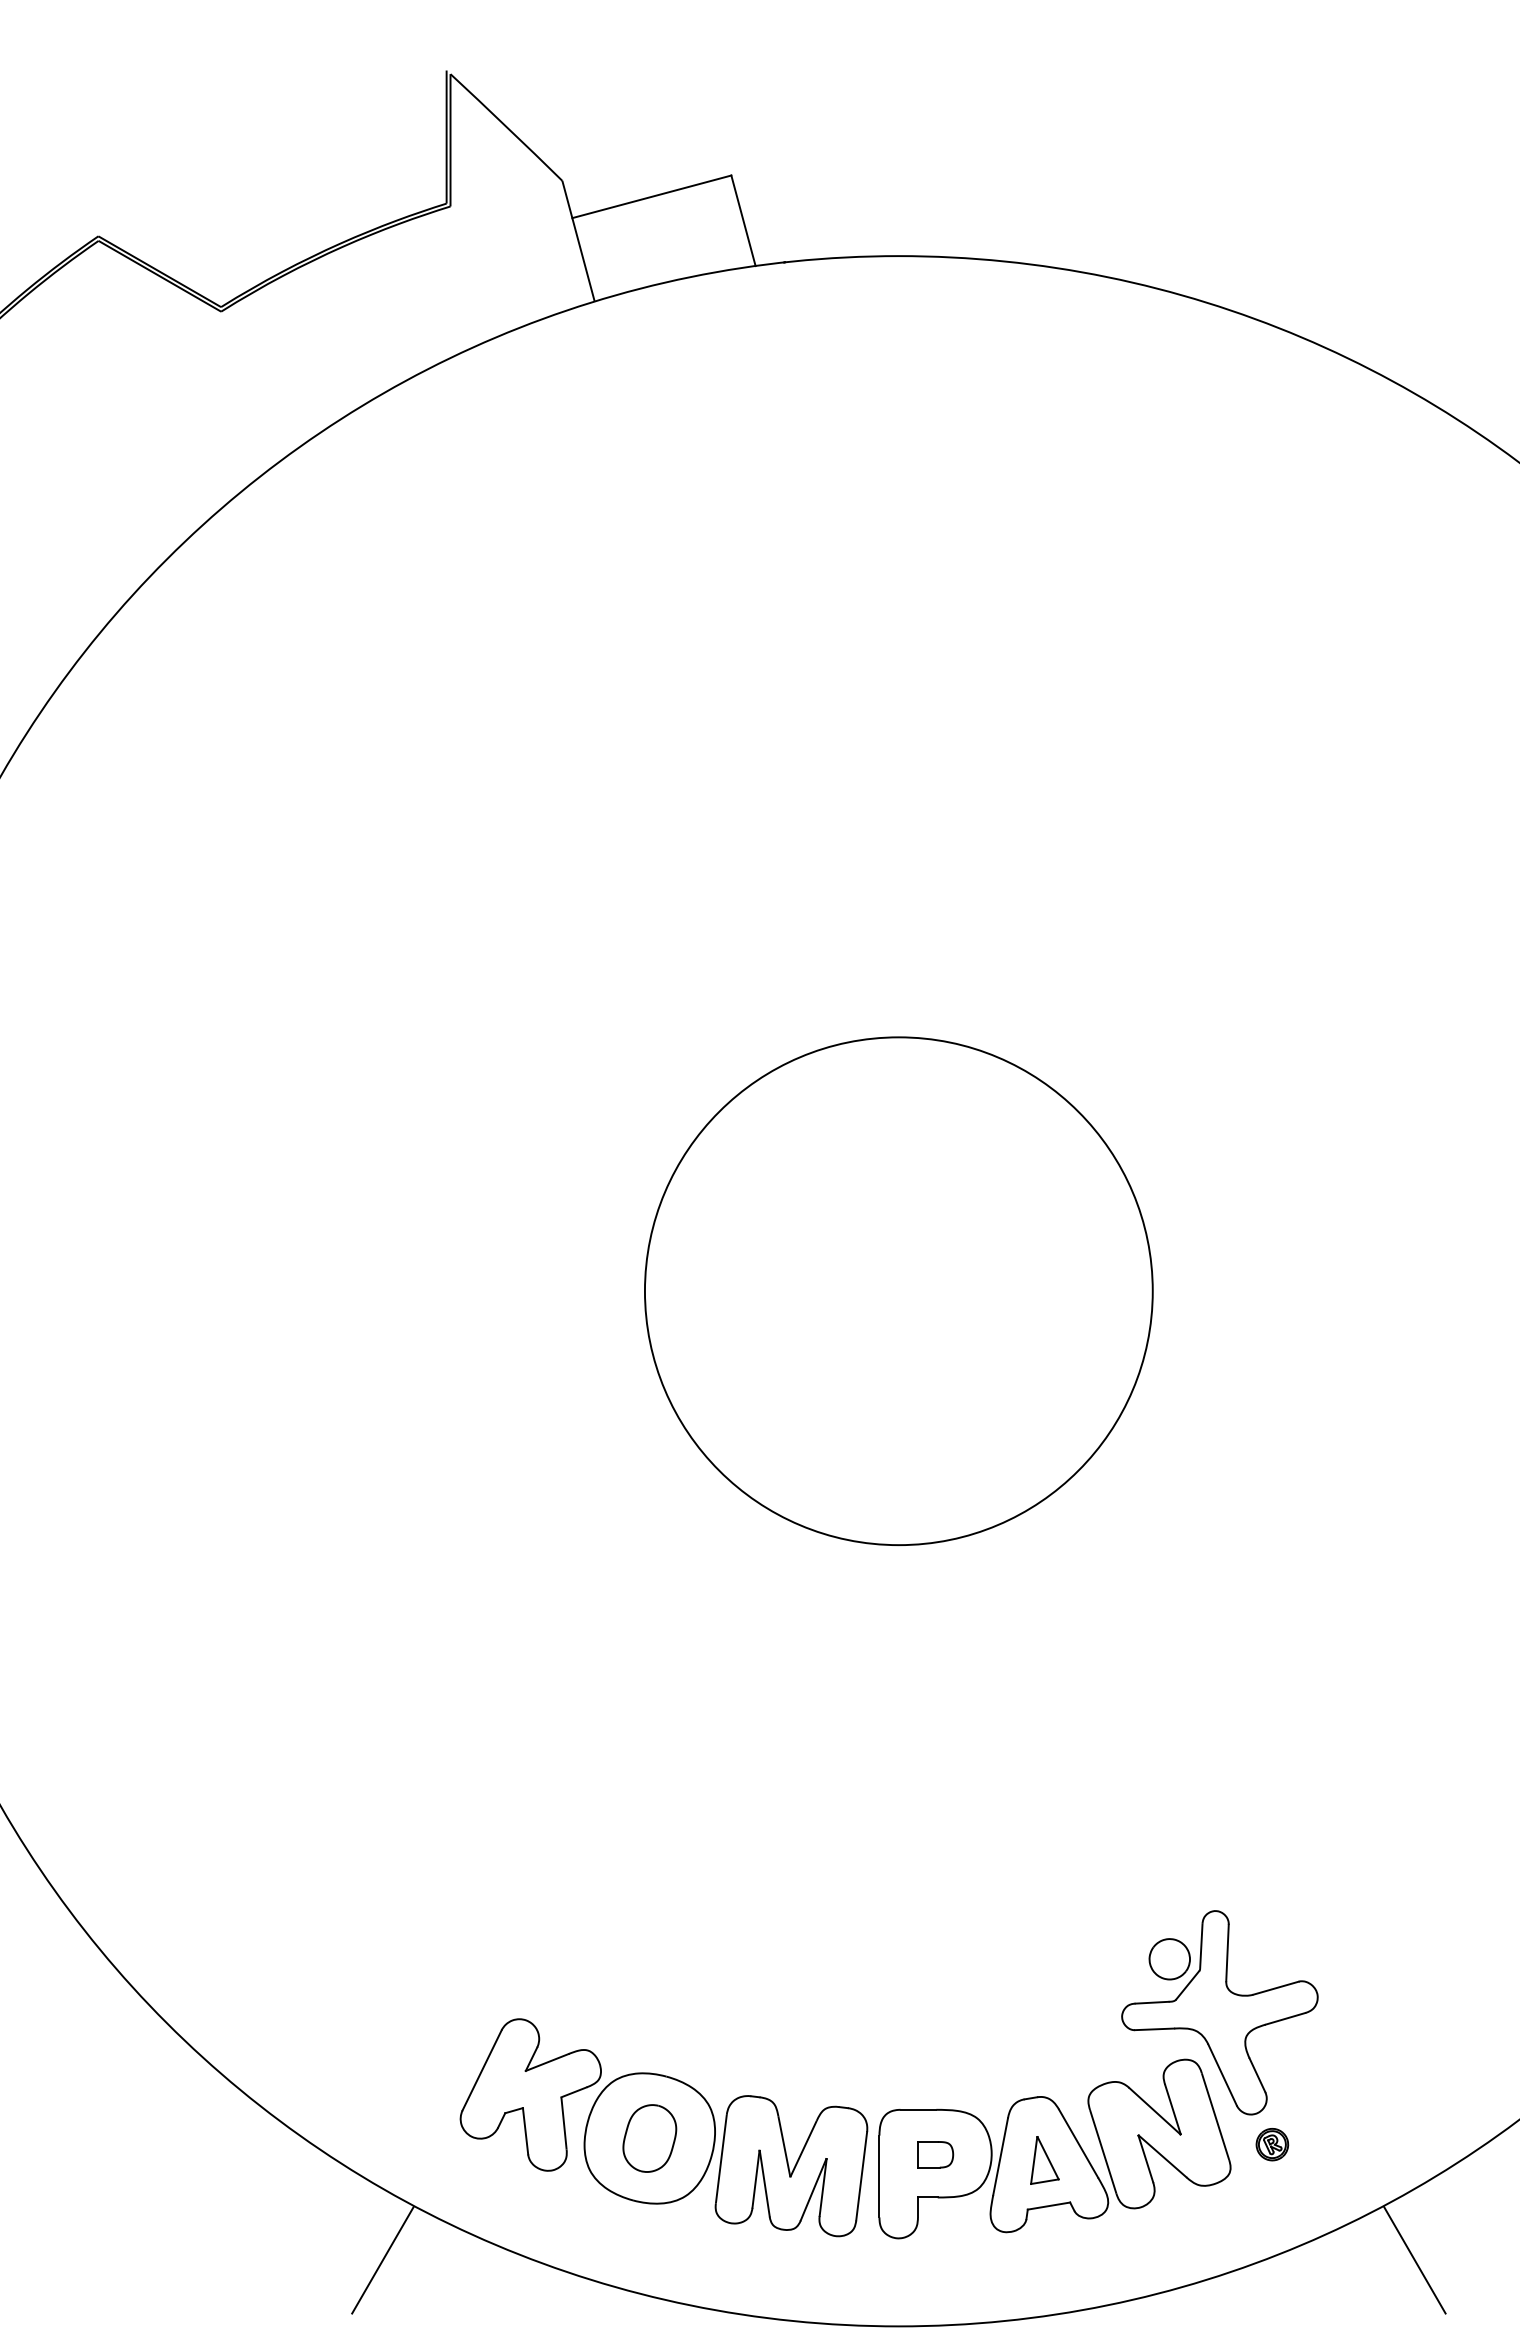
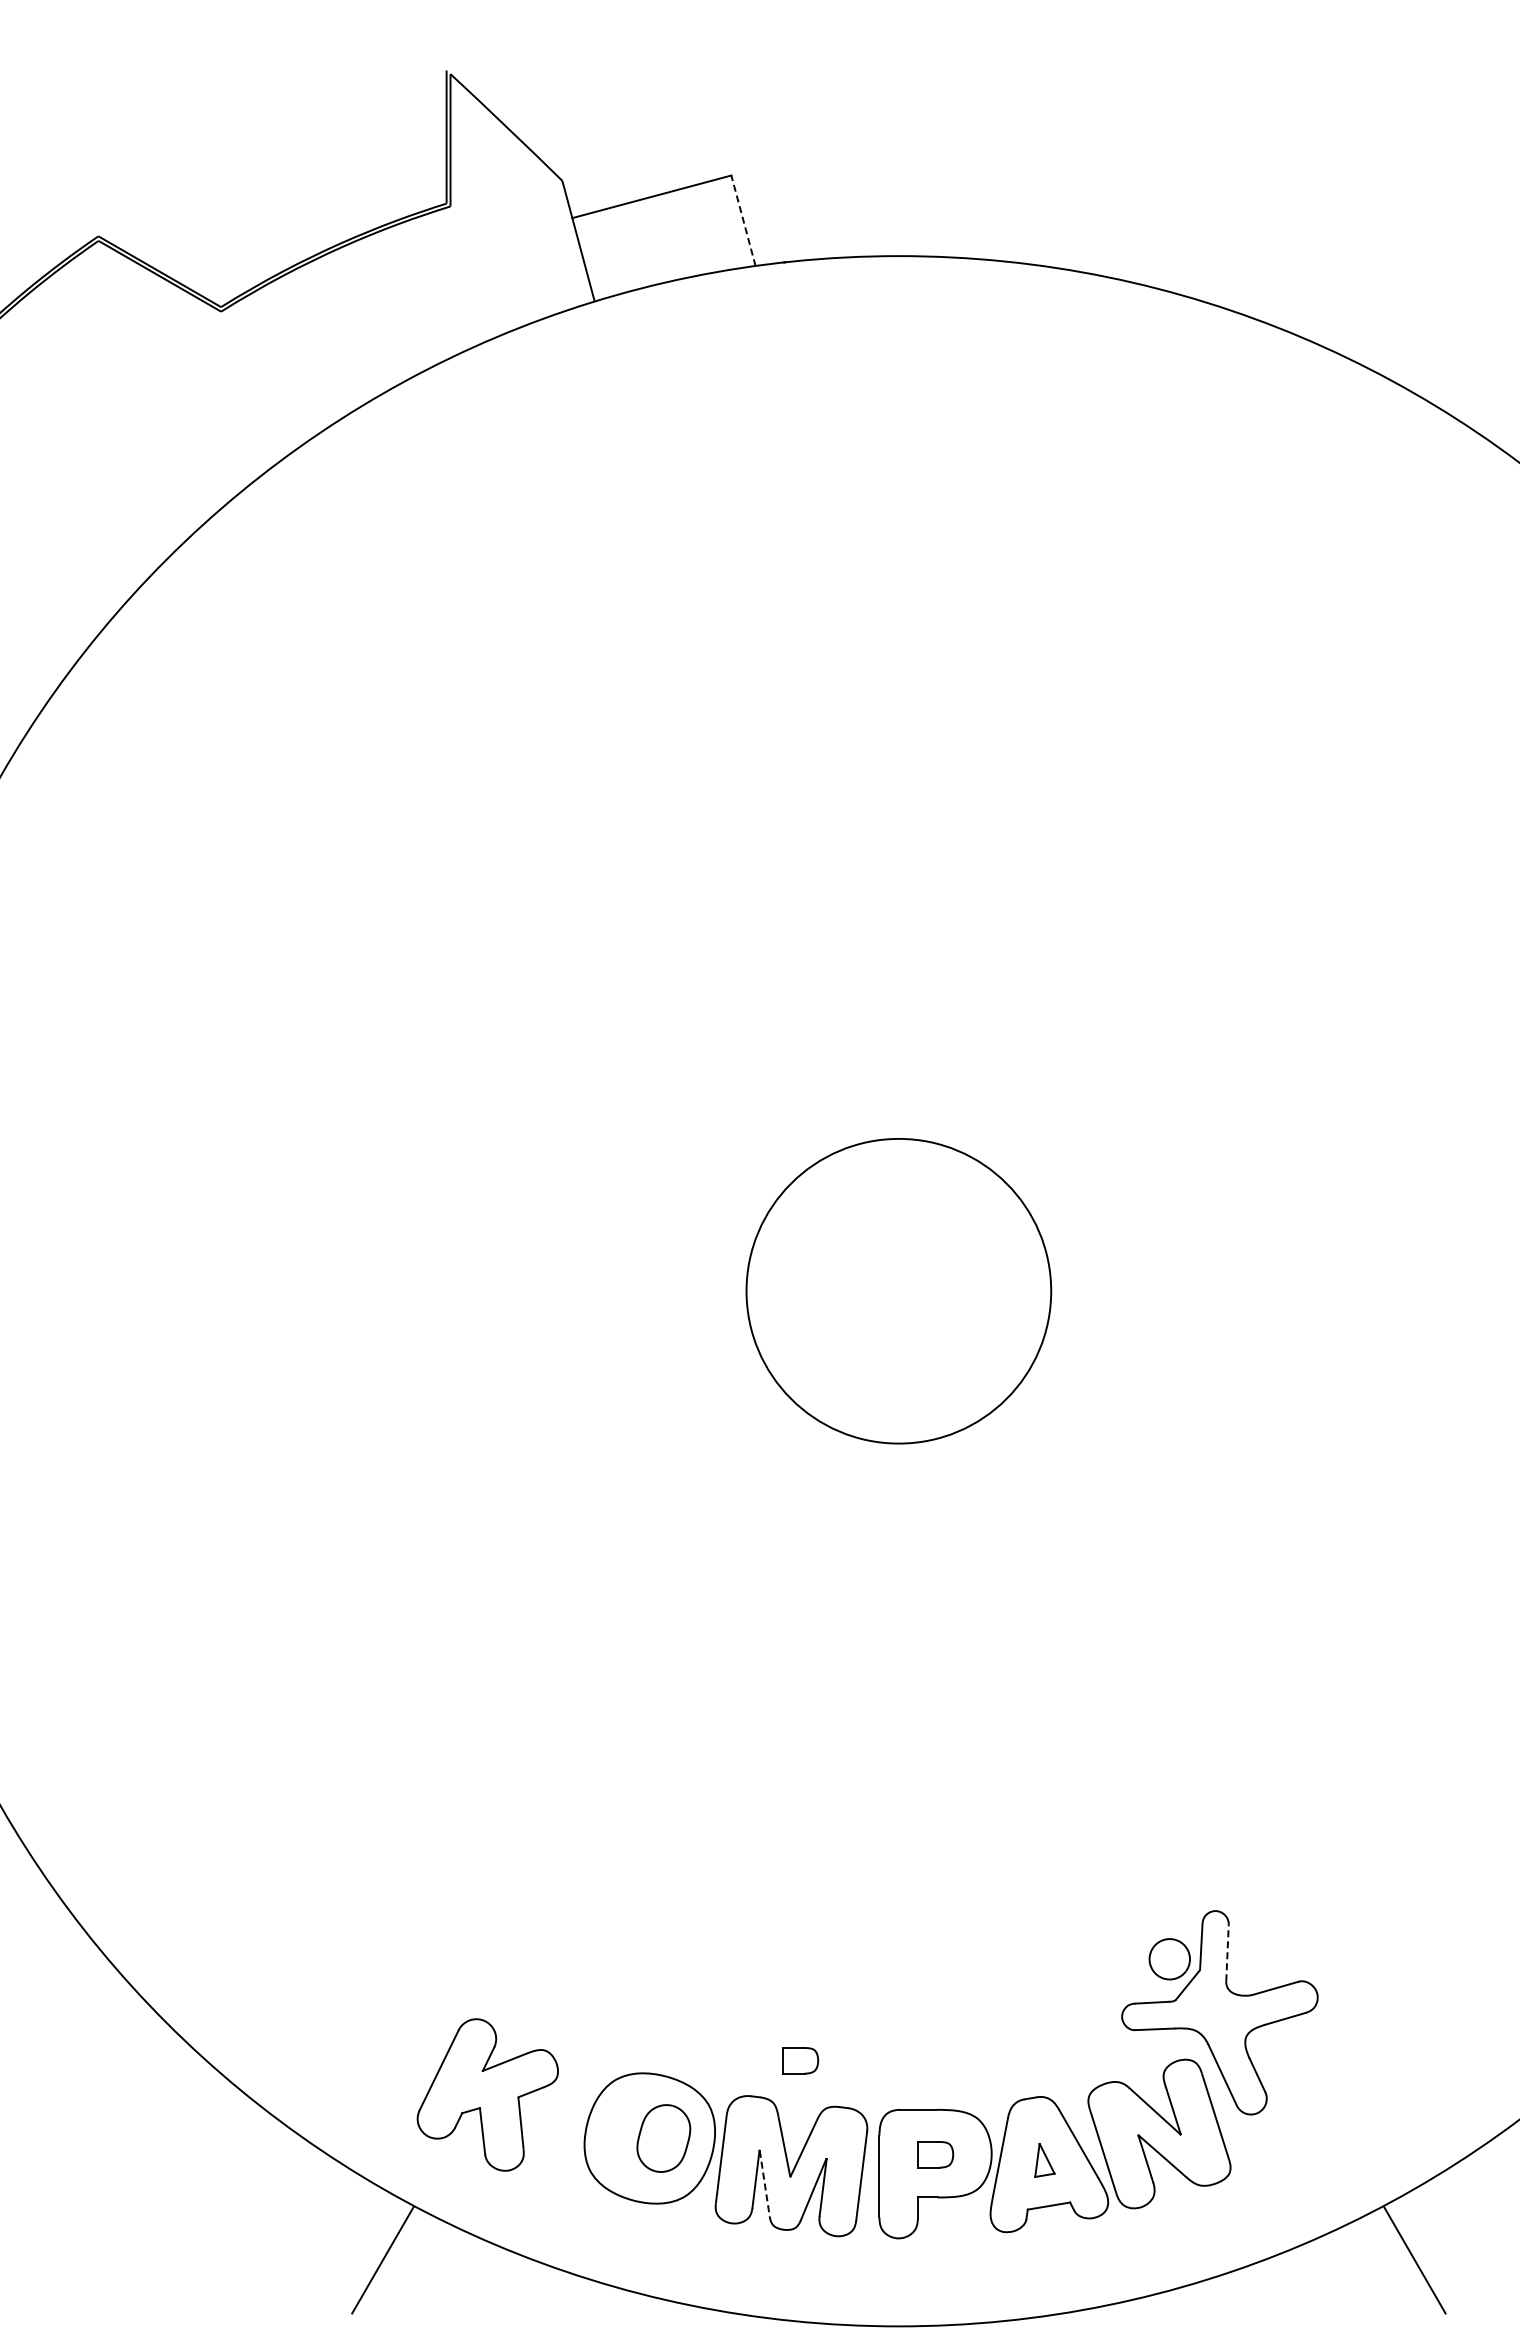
line at (743, 220): solid -> dashed
circle at (898, 1291) diameter: 508 px -> 305 px
line at (1227, 1952): solid -> dashed
part at (800, 2060): none -> present
part at (530, 2094) position: (530, 2094) -> (487, 2094)
part at (649, 2138) position: (649, 2138) -> (663, 2138)
part at (1272, 2144): present -> none
part at (1044, 2160) size: 30x49 px -> 22x35 px
line at (764, 2184): solid -> dashed
